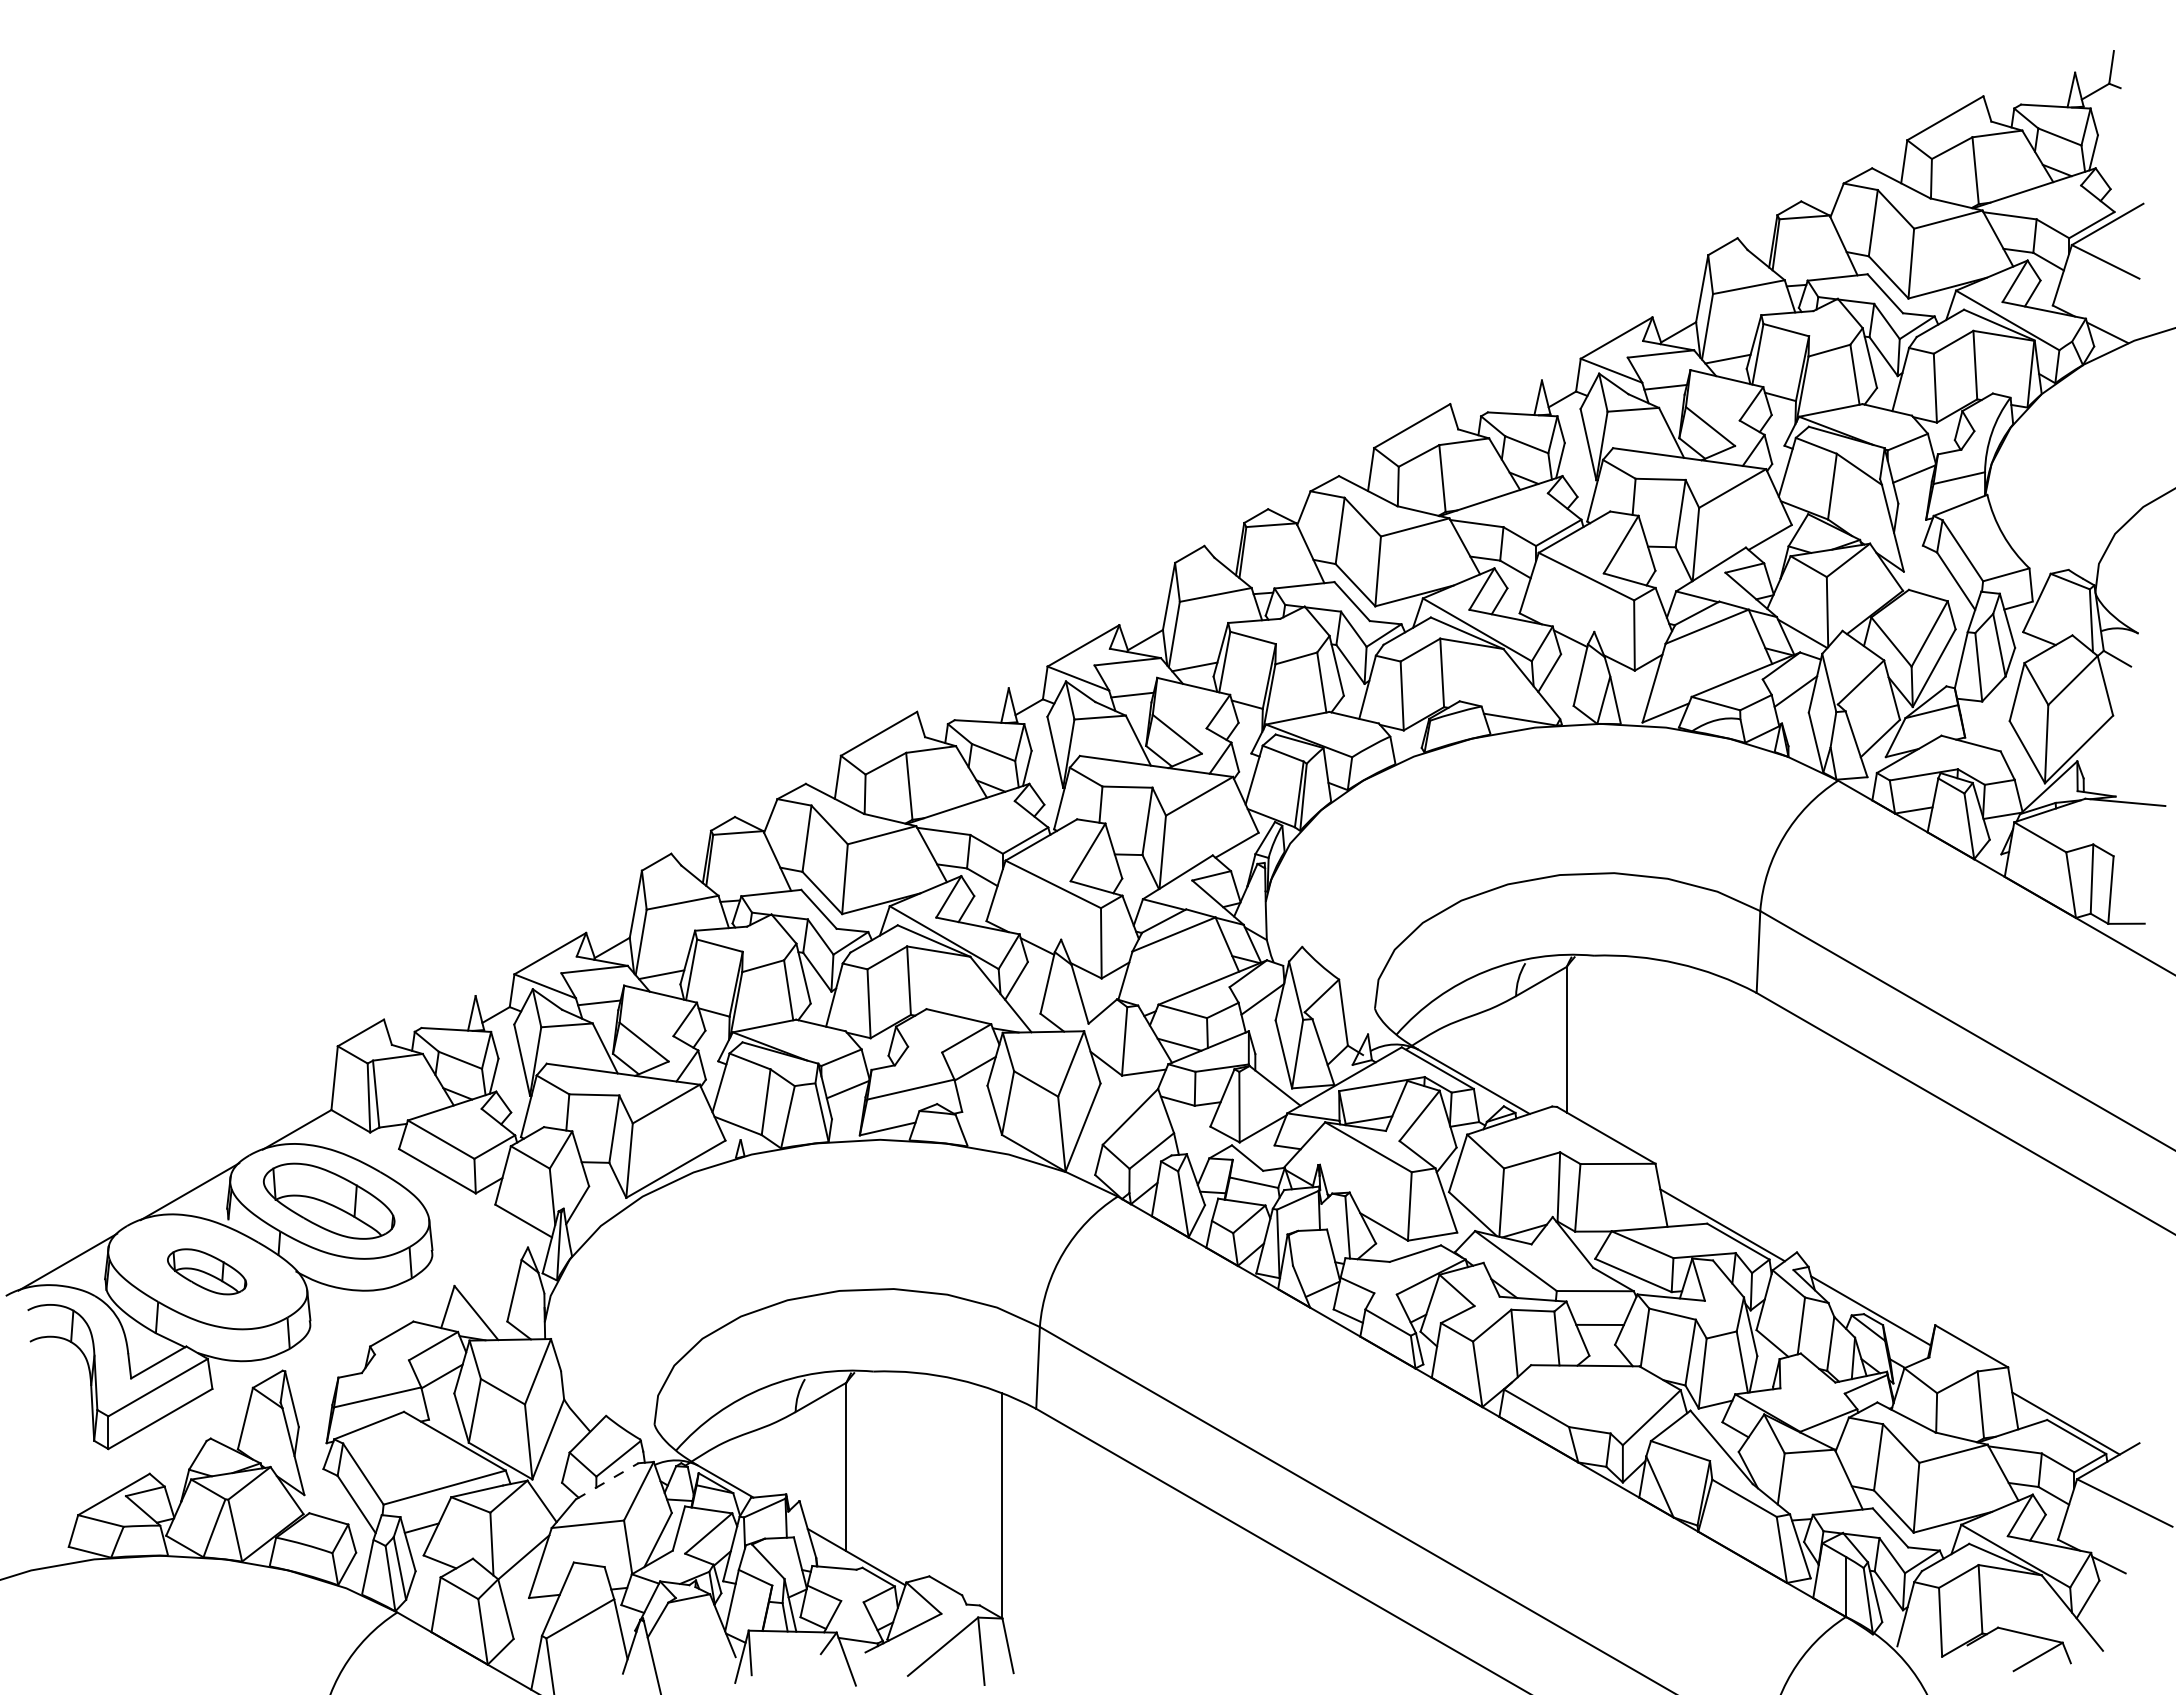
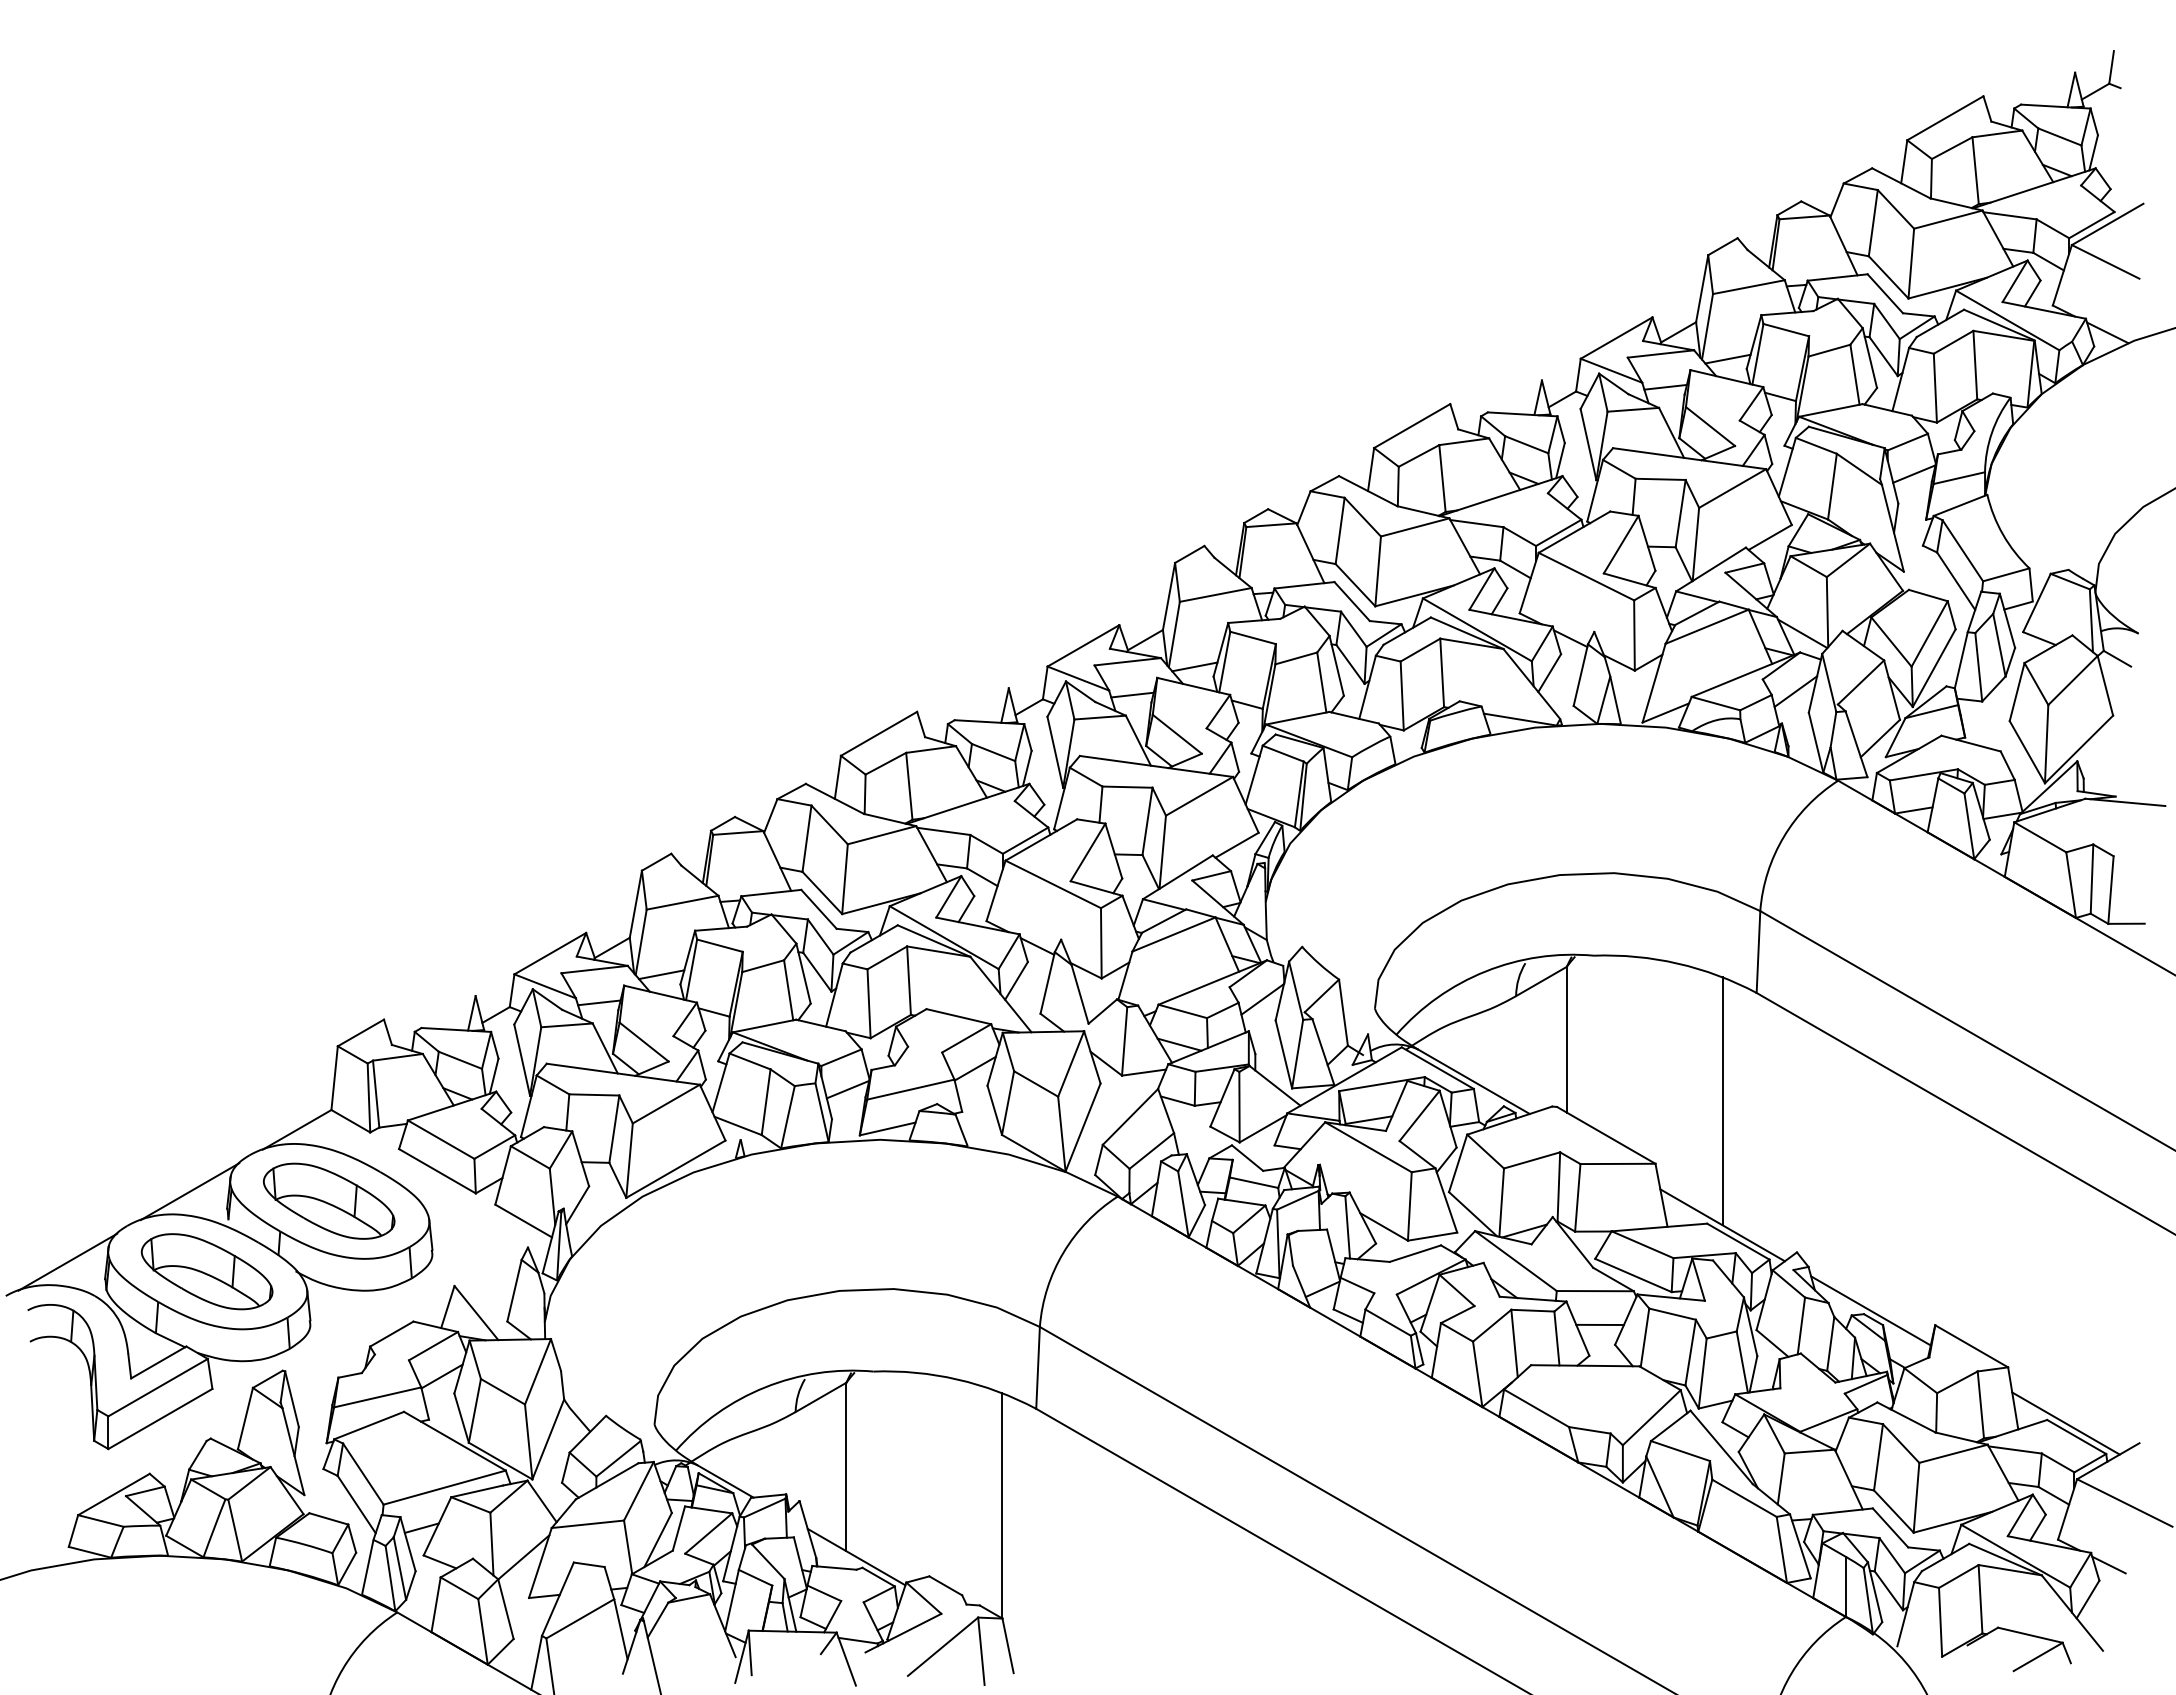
line at (1722, 1100): none -> present
part at (207, 1271) size: 81x48 px -> 134x78 px
line at (607, 1481): dashed -> solid
